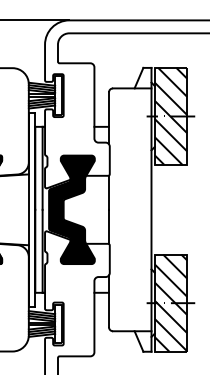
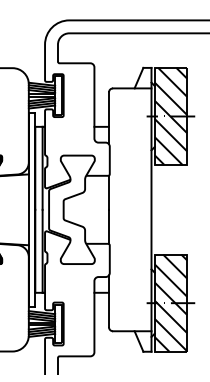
line at (35, 20): present -> none
fill at (71, 209): present -> none
